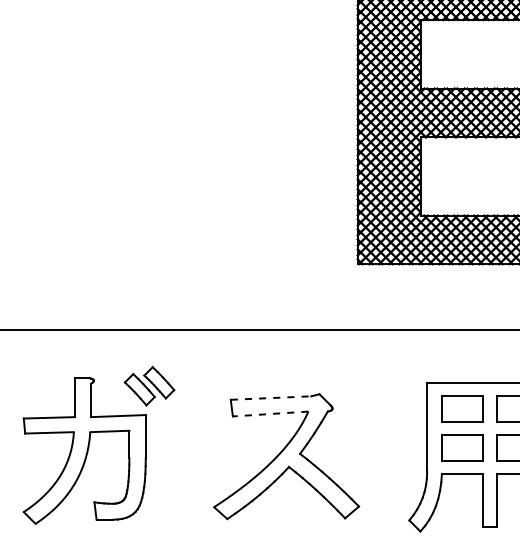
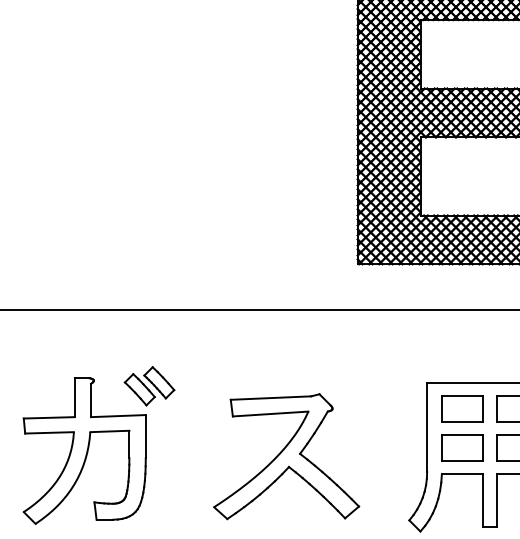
line at (259, 329) position: (259, 329) -> (259, 309)
line at (271, 398): dashed -> solid
line at (270, 414): dashed -> solid
